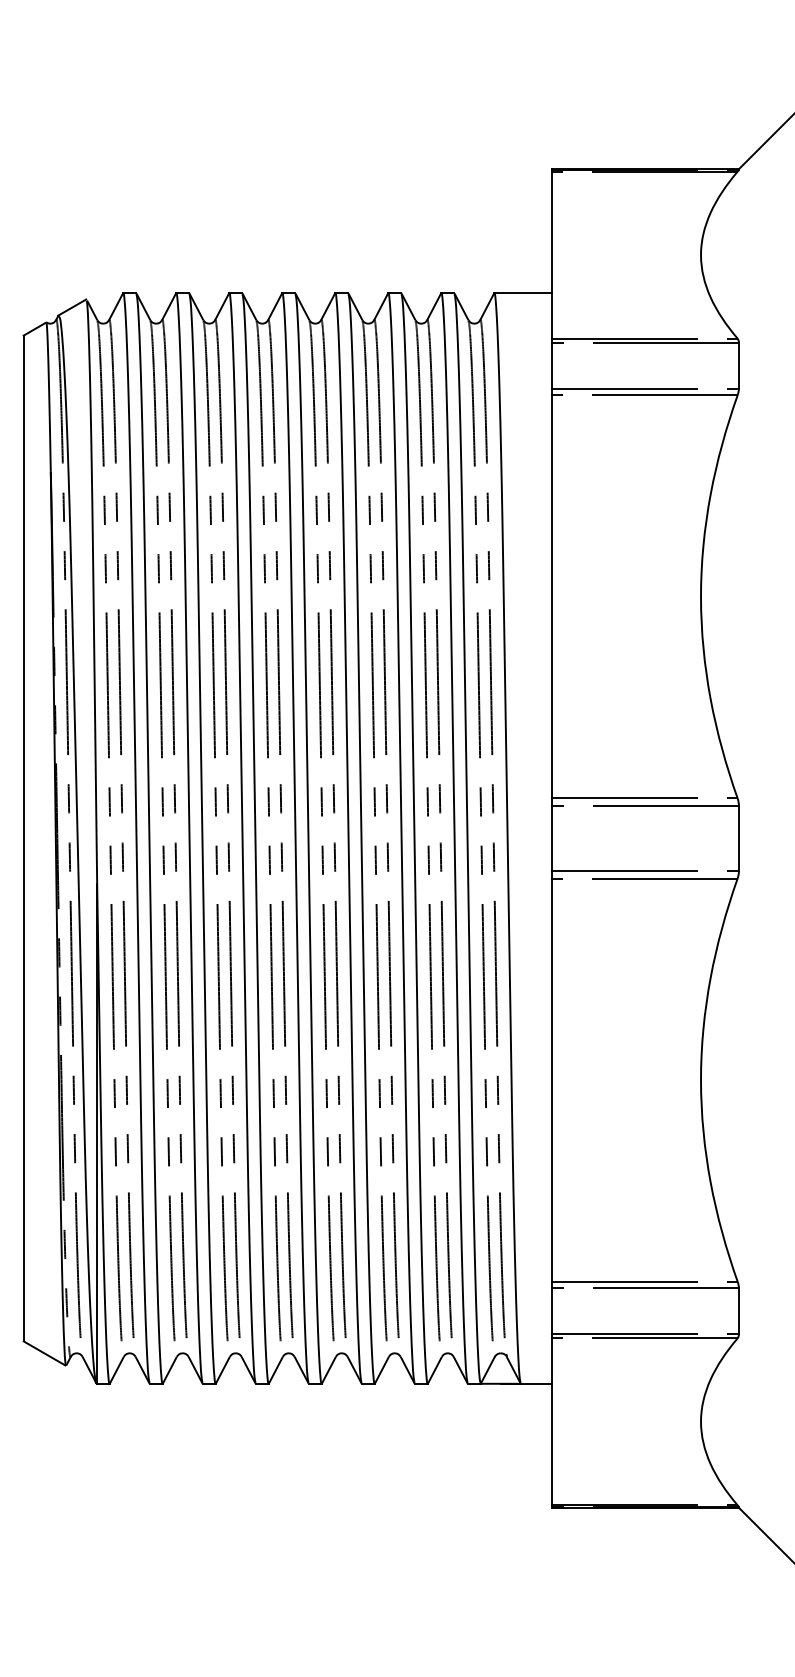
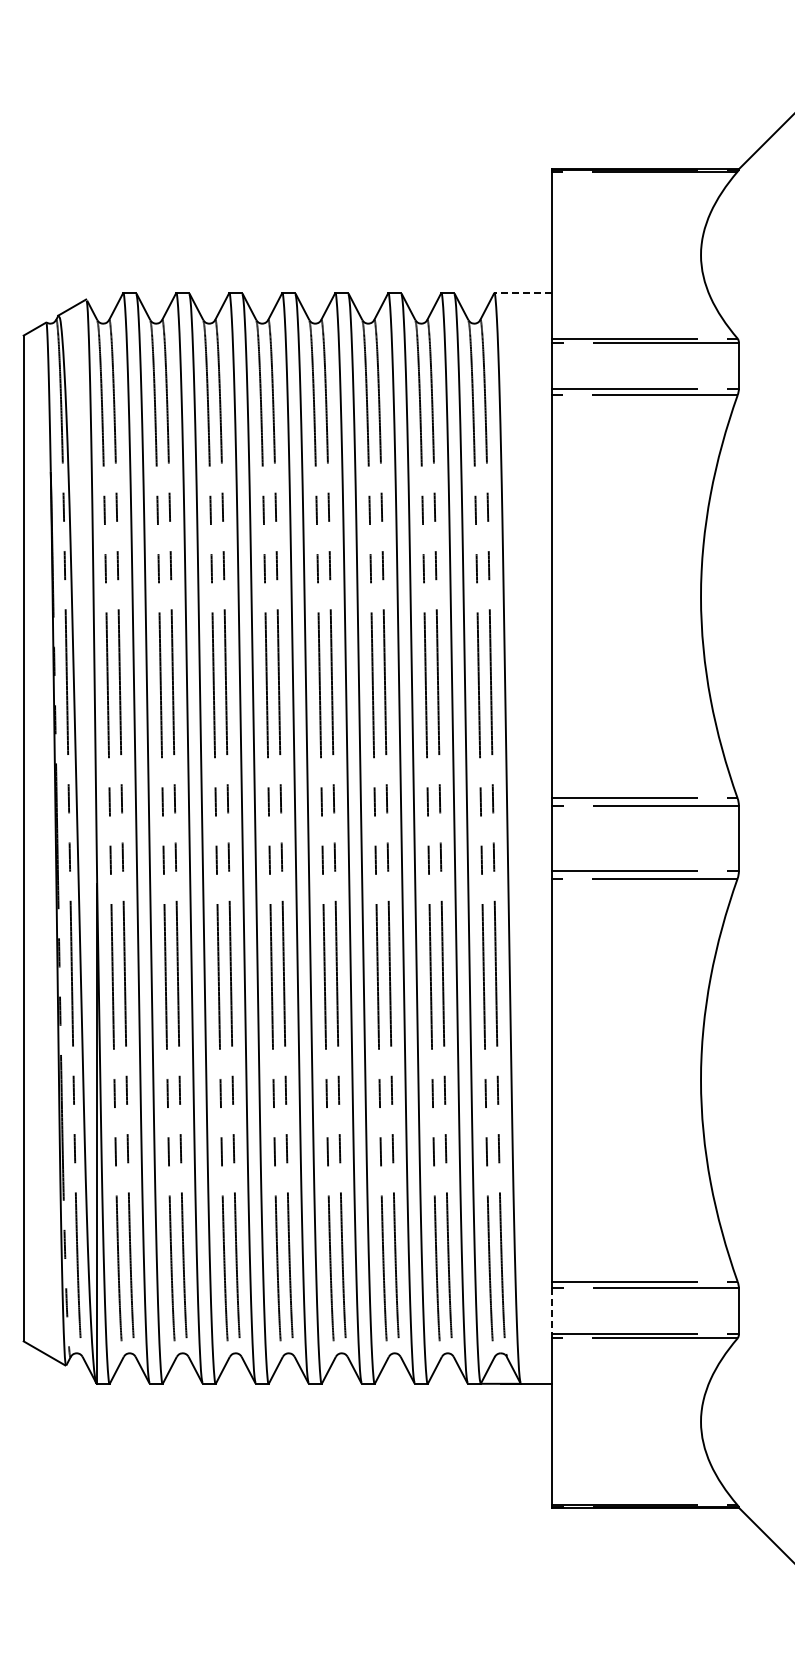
line at (523, 293): solid -> dashed
line at (551, 1311): solid -> dashed
